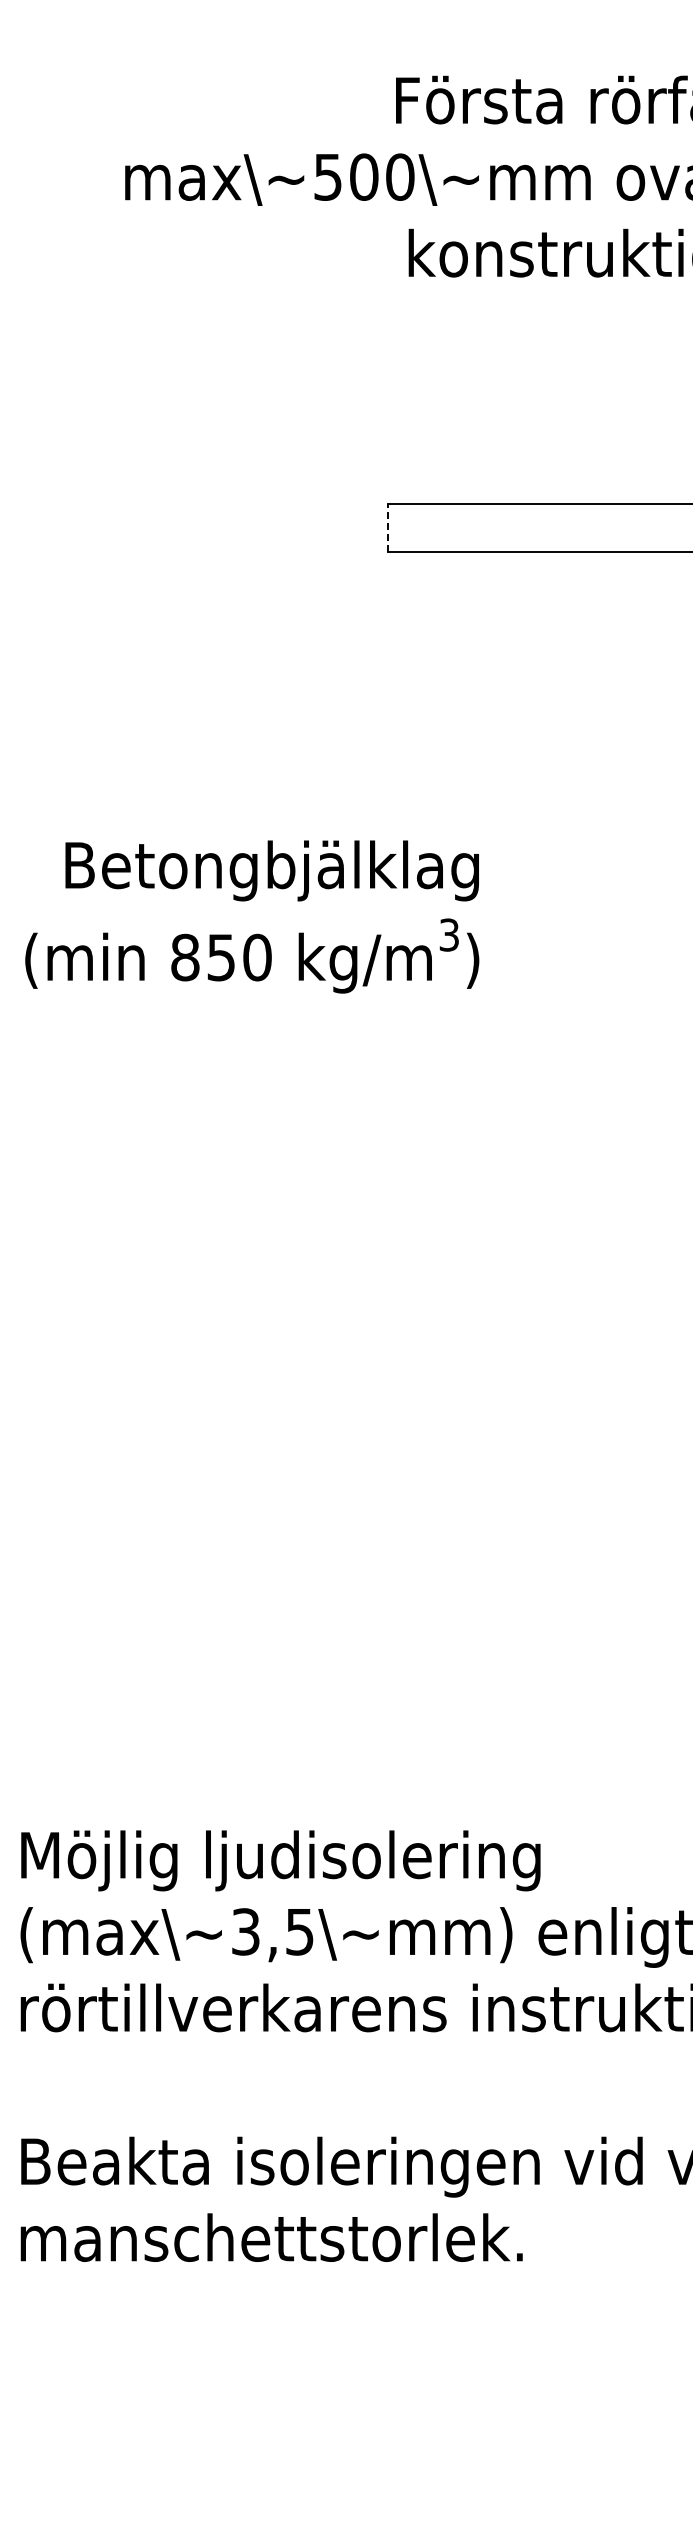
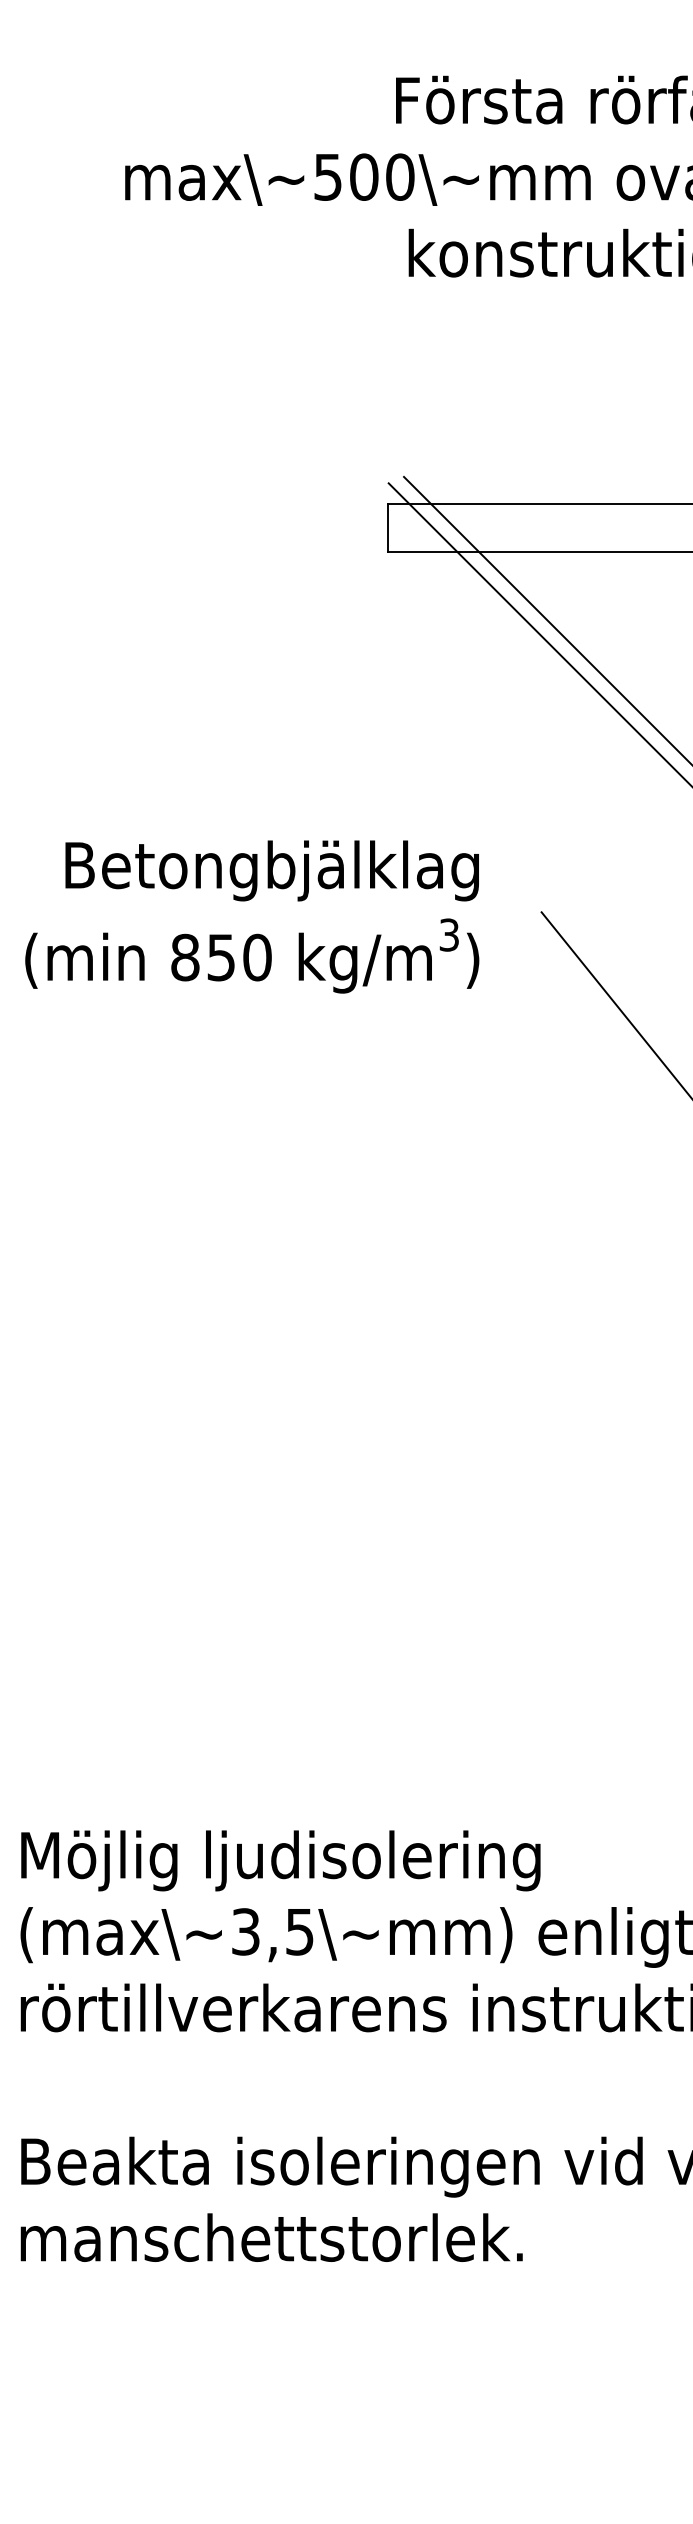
line at (388, 527): dashed -> solid
line at (546, 619): none -> present
line at (538, 633): none -> present
line at (615, 1004): none -> present
